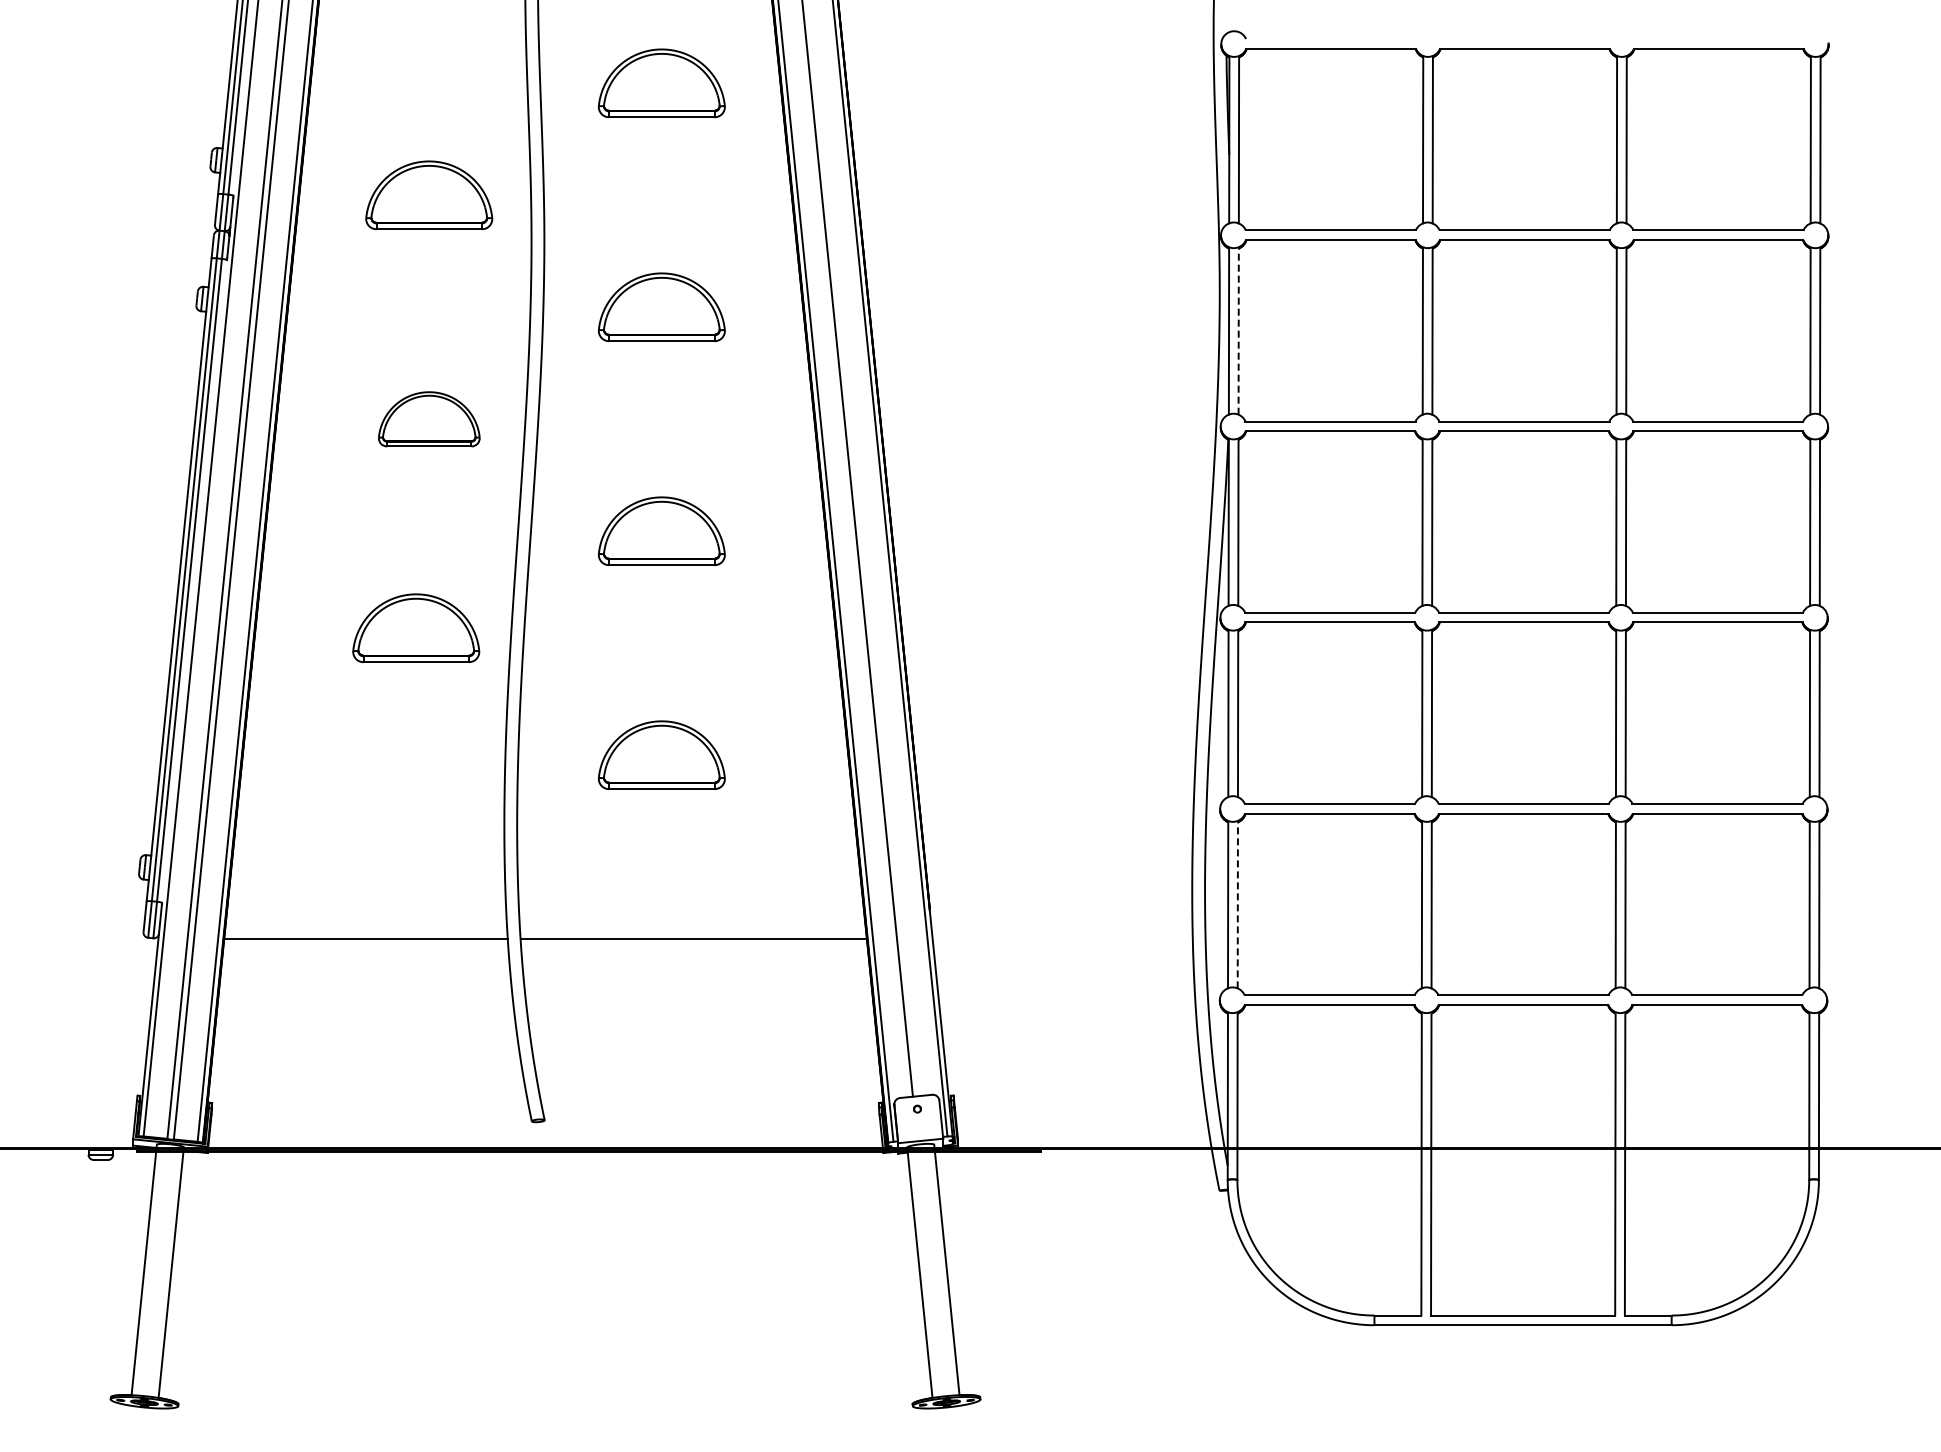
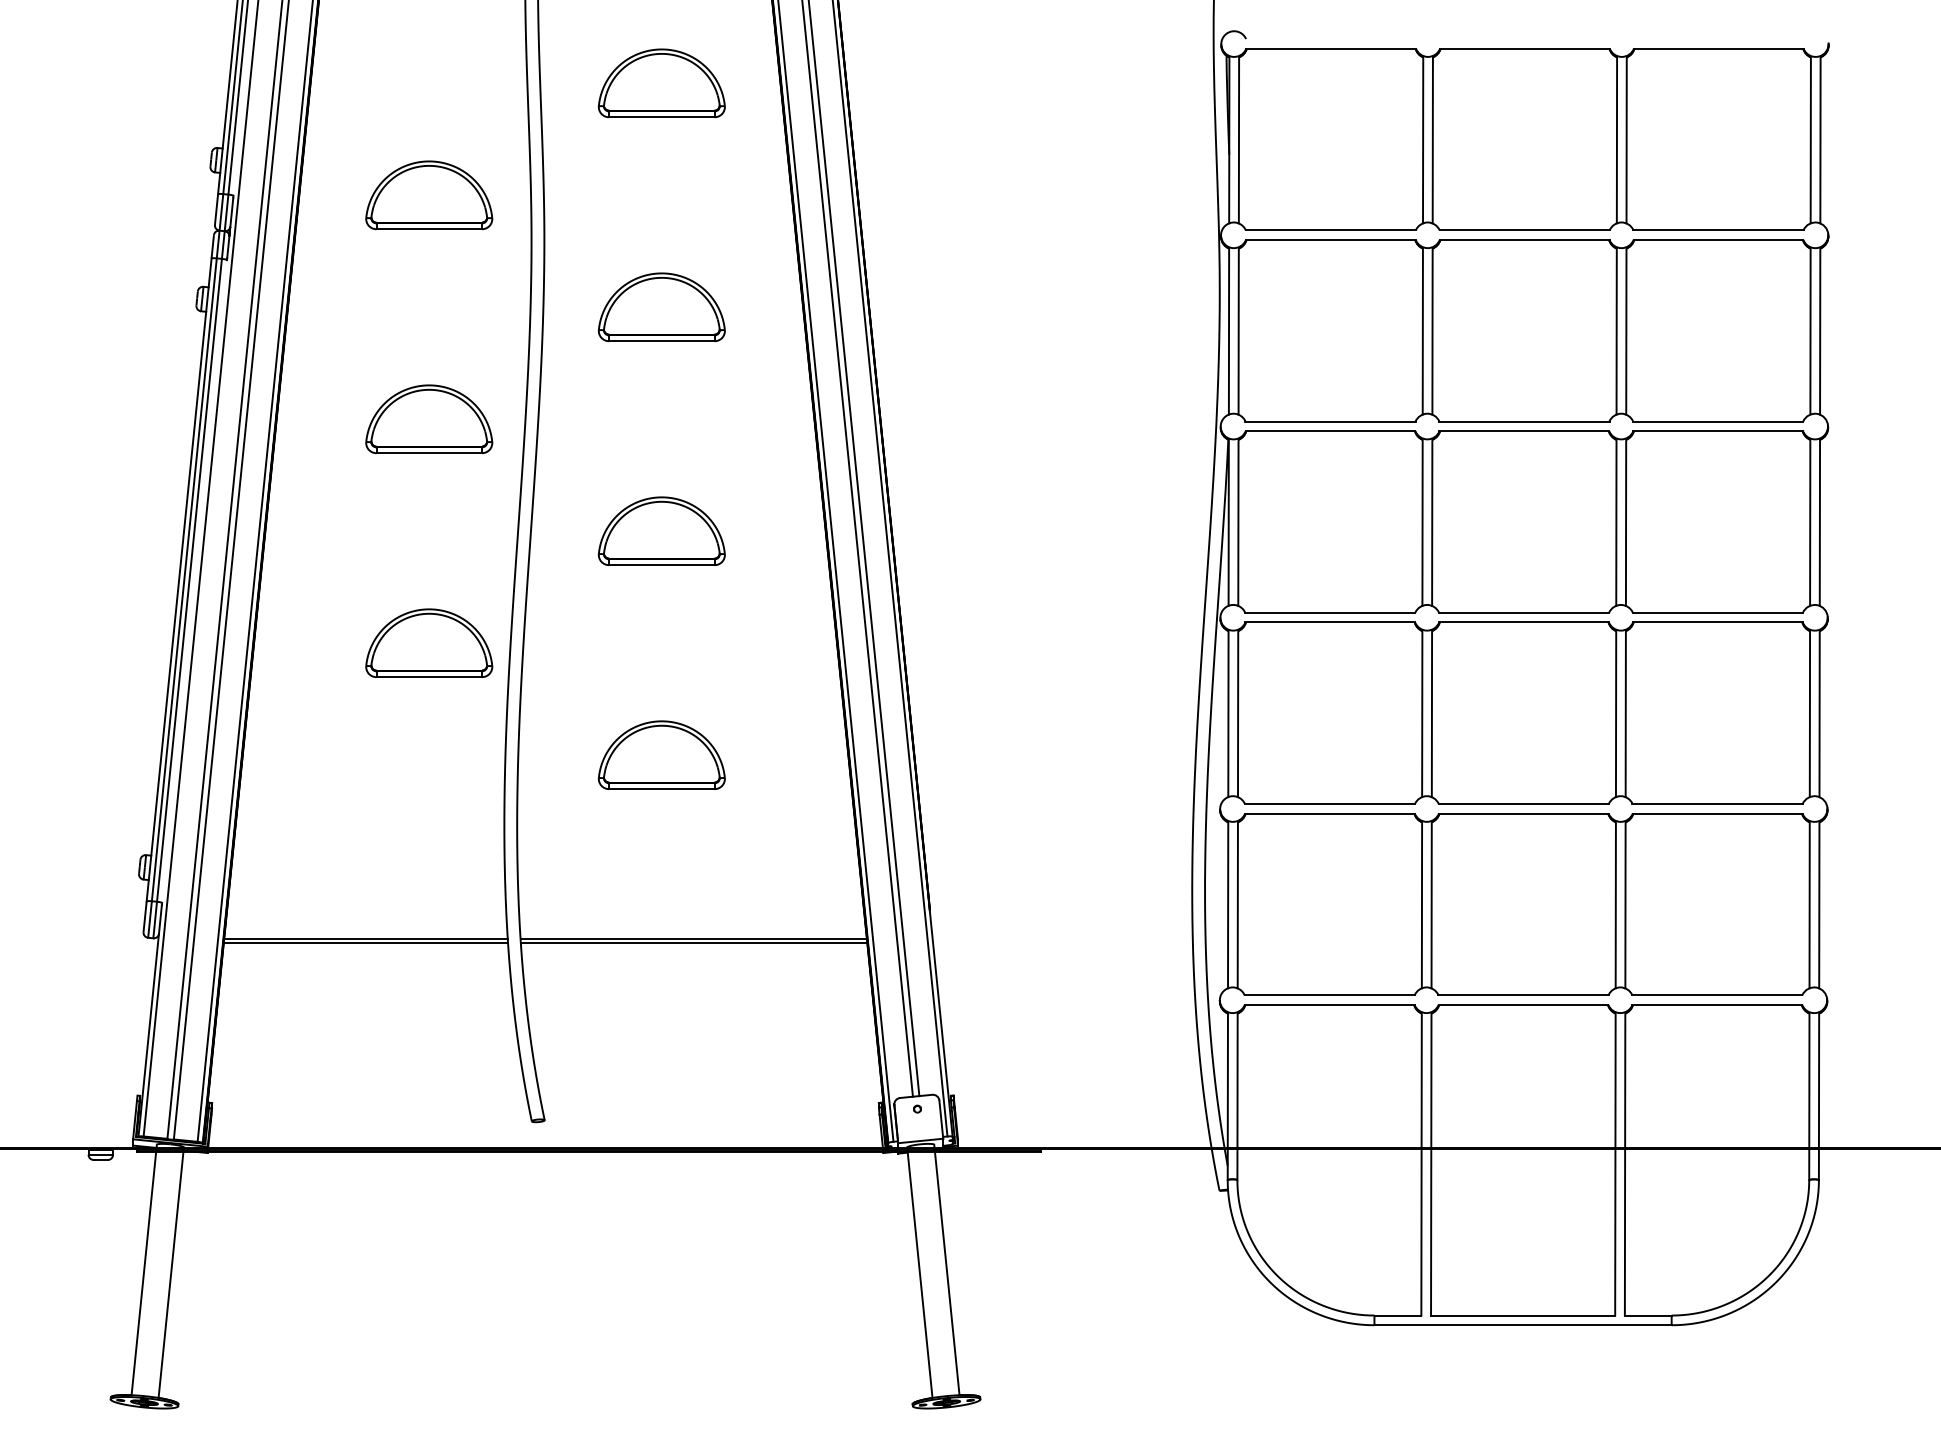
line at (1238, 331): dashed -> solid
part at (429, 419) size: 103x57 px -> 129x71 px
line at (863, 549): none -> present
part at (416, 627) position: (416, 627) -> (429, 642)
line at (1237, 904): dashed -> solid
line at (365, 943): none -> present
line at (693, 943): none -> present
